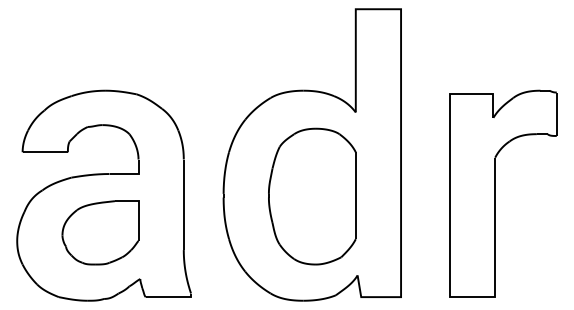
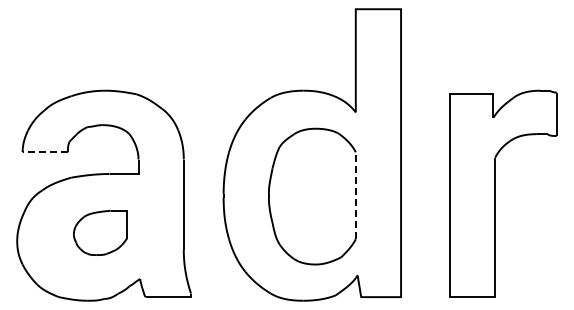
line at (45, 152): solid -> dashed
line at (355, 195): solid -> dashed
part at (100, 232) size: 79x66 px -> 55x47 px
